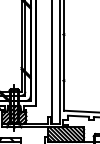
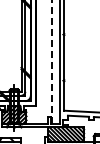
line at (52, 62): solid -> dashed
